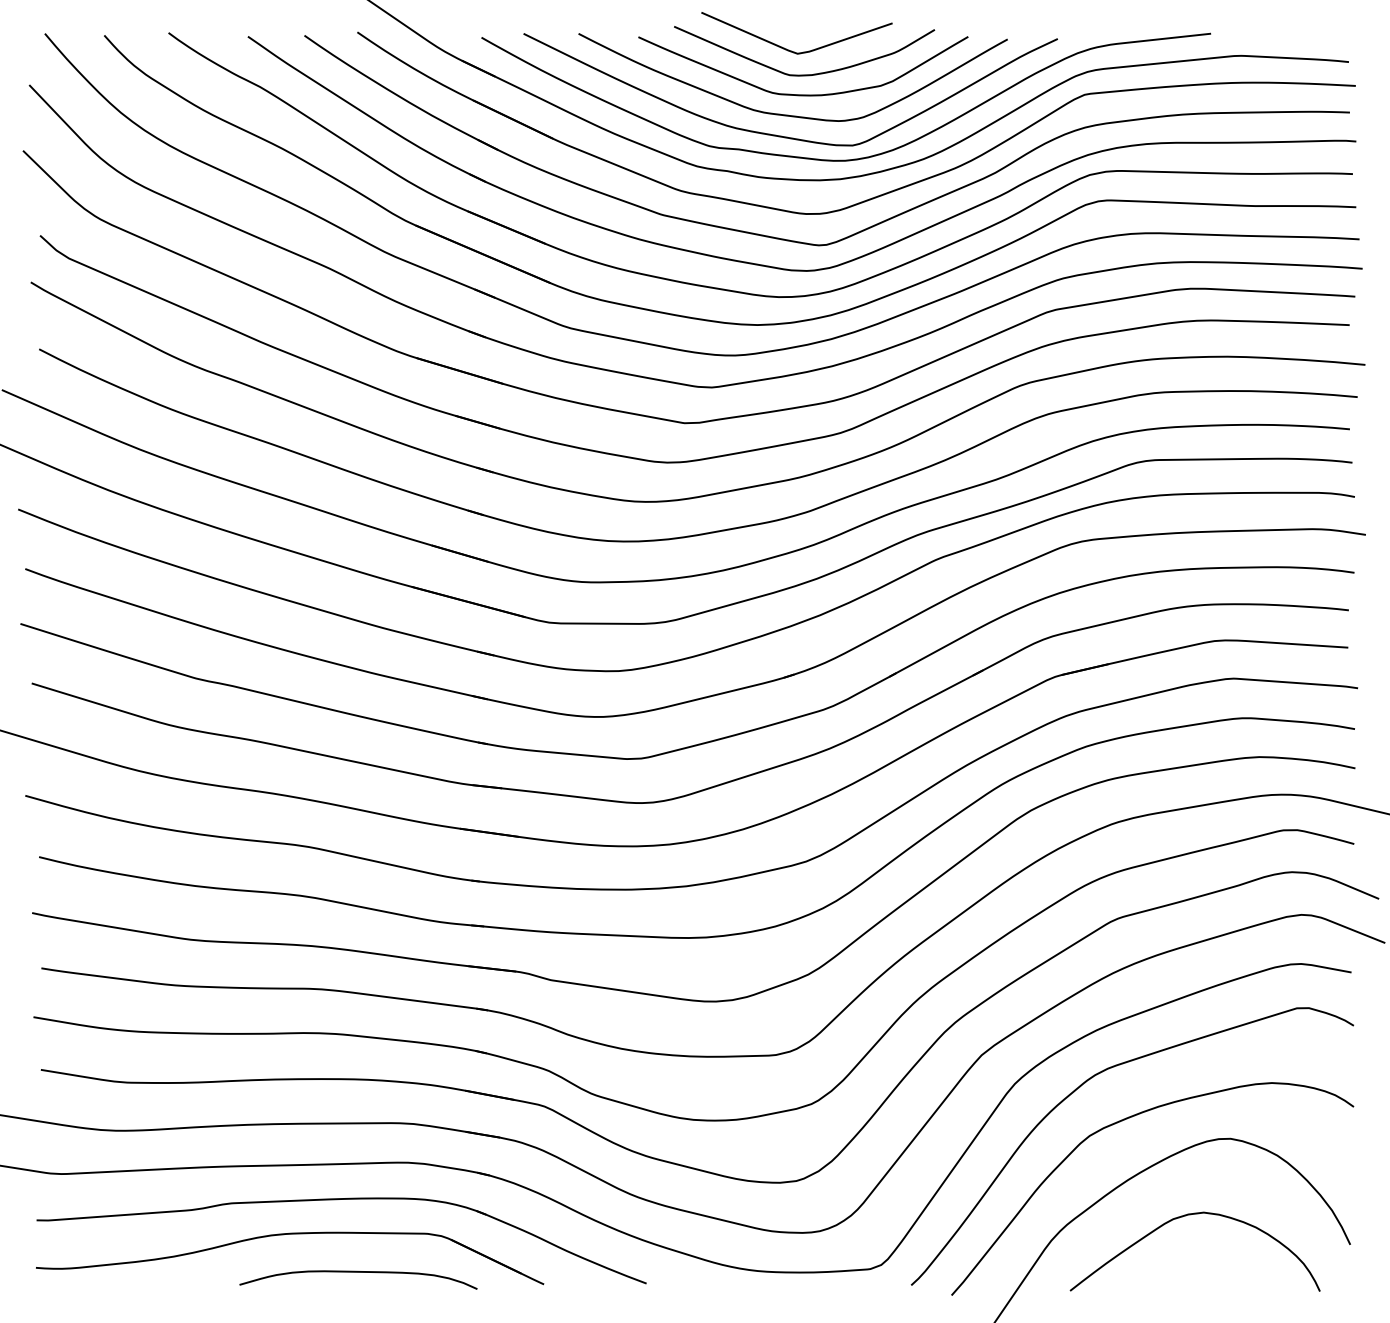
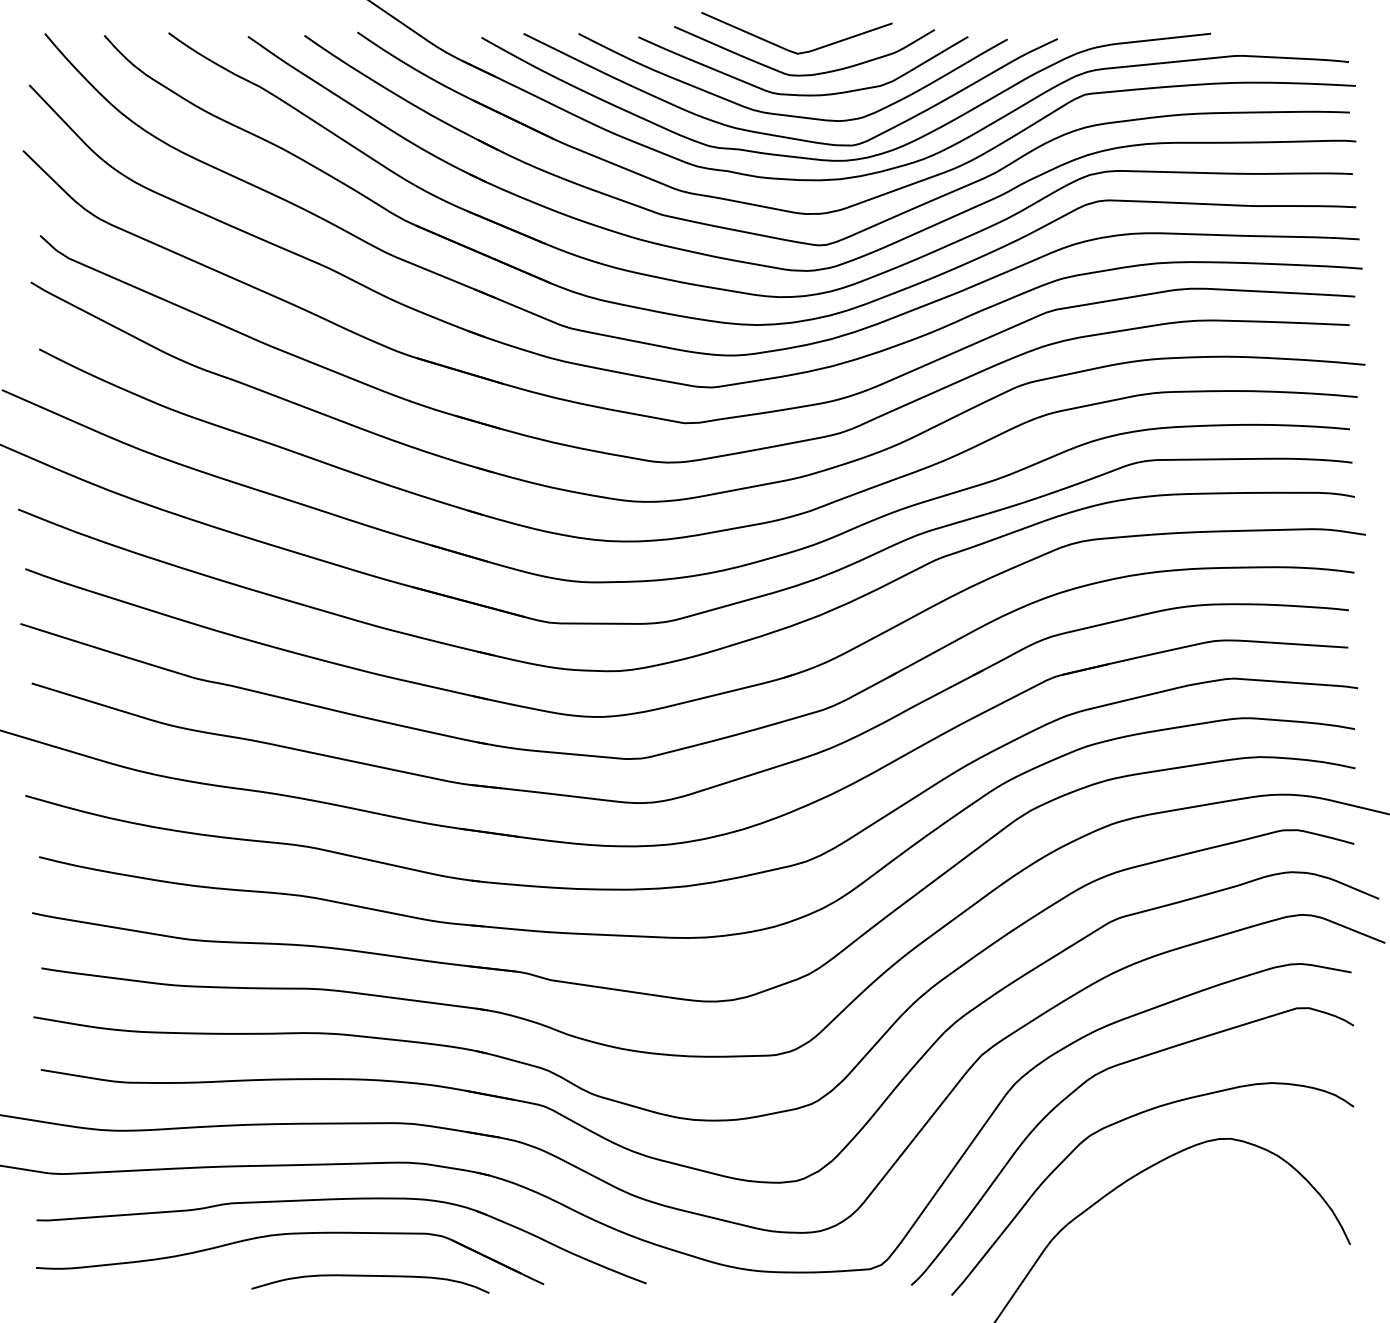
curve at (1182, 1217): present -> none
curve at (358, 1272) position: (358, 1272) -> (370, 1276)
